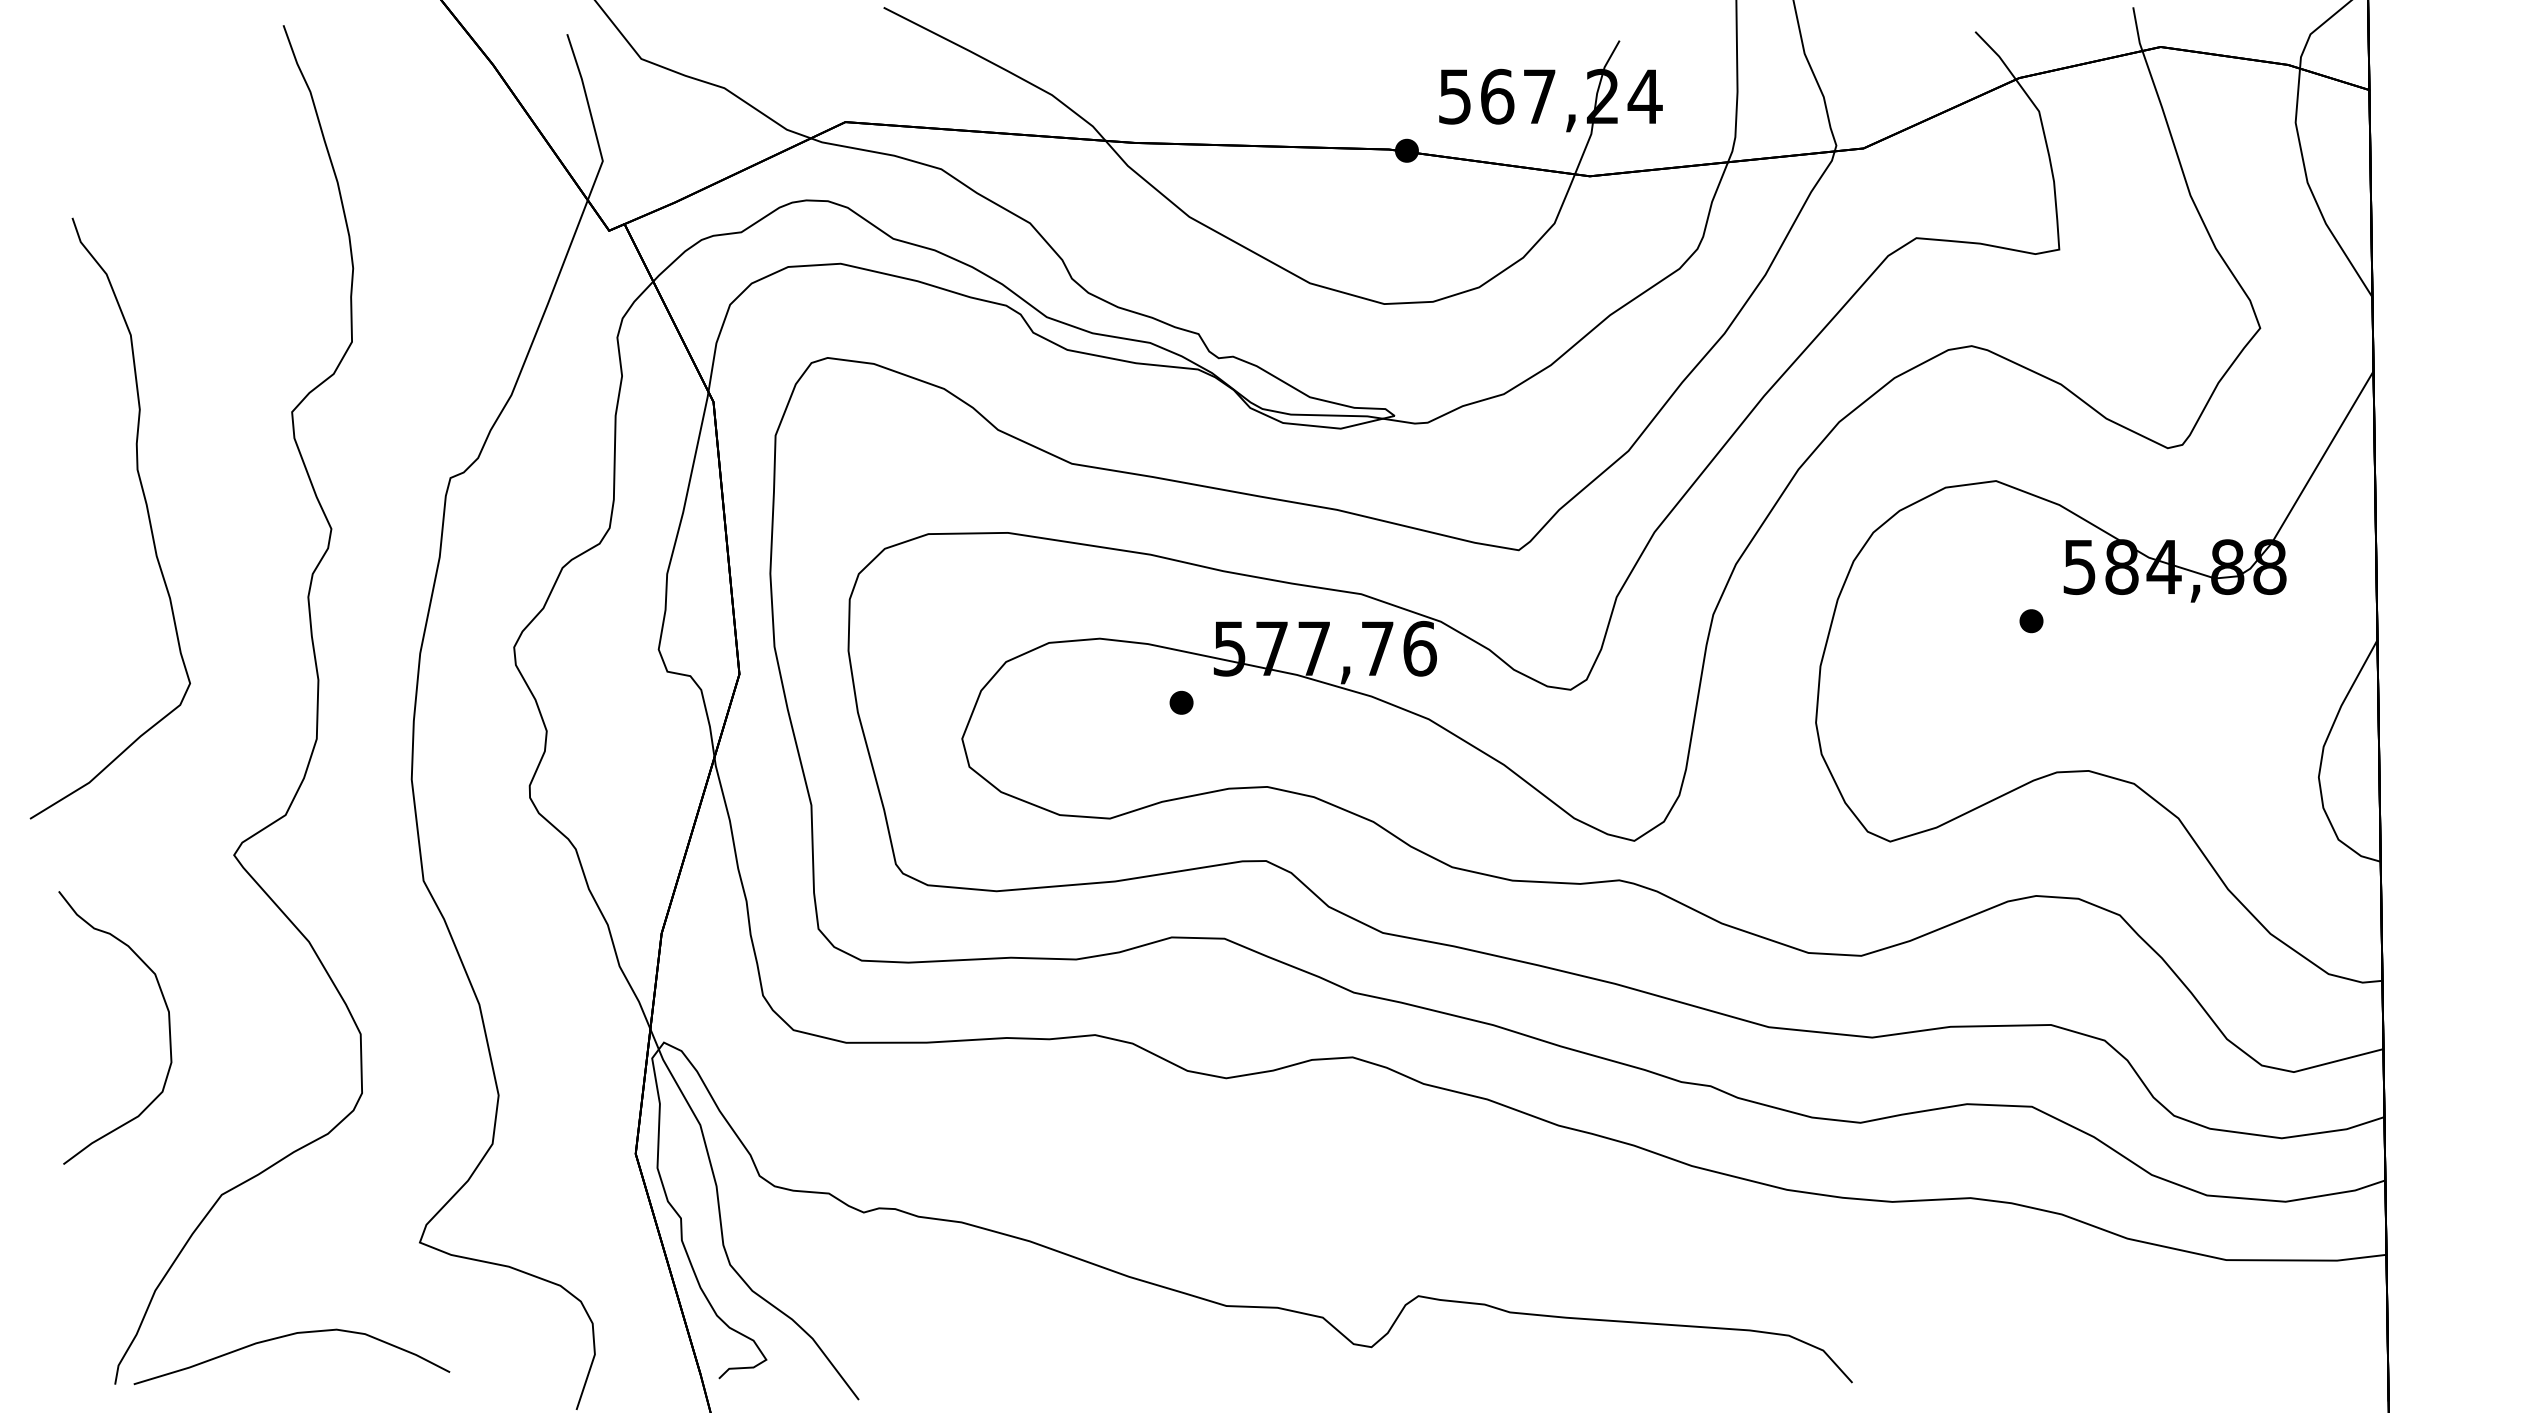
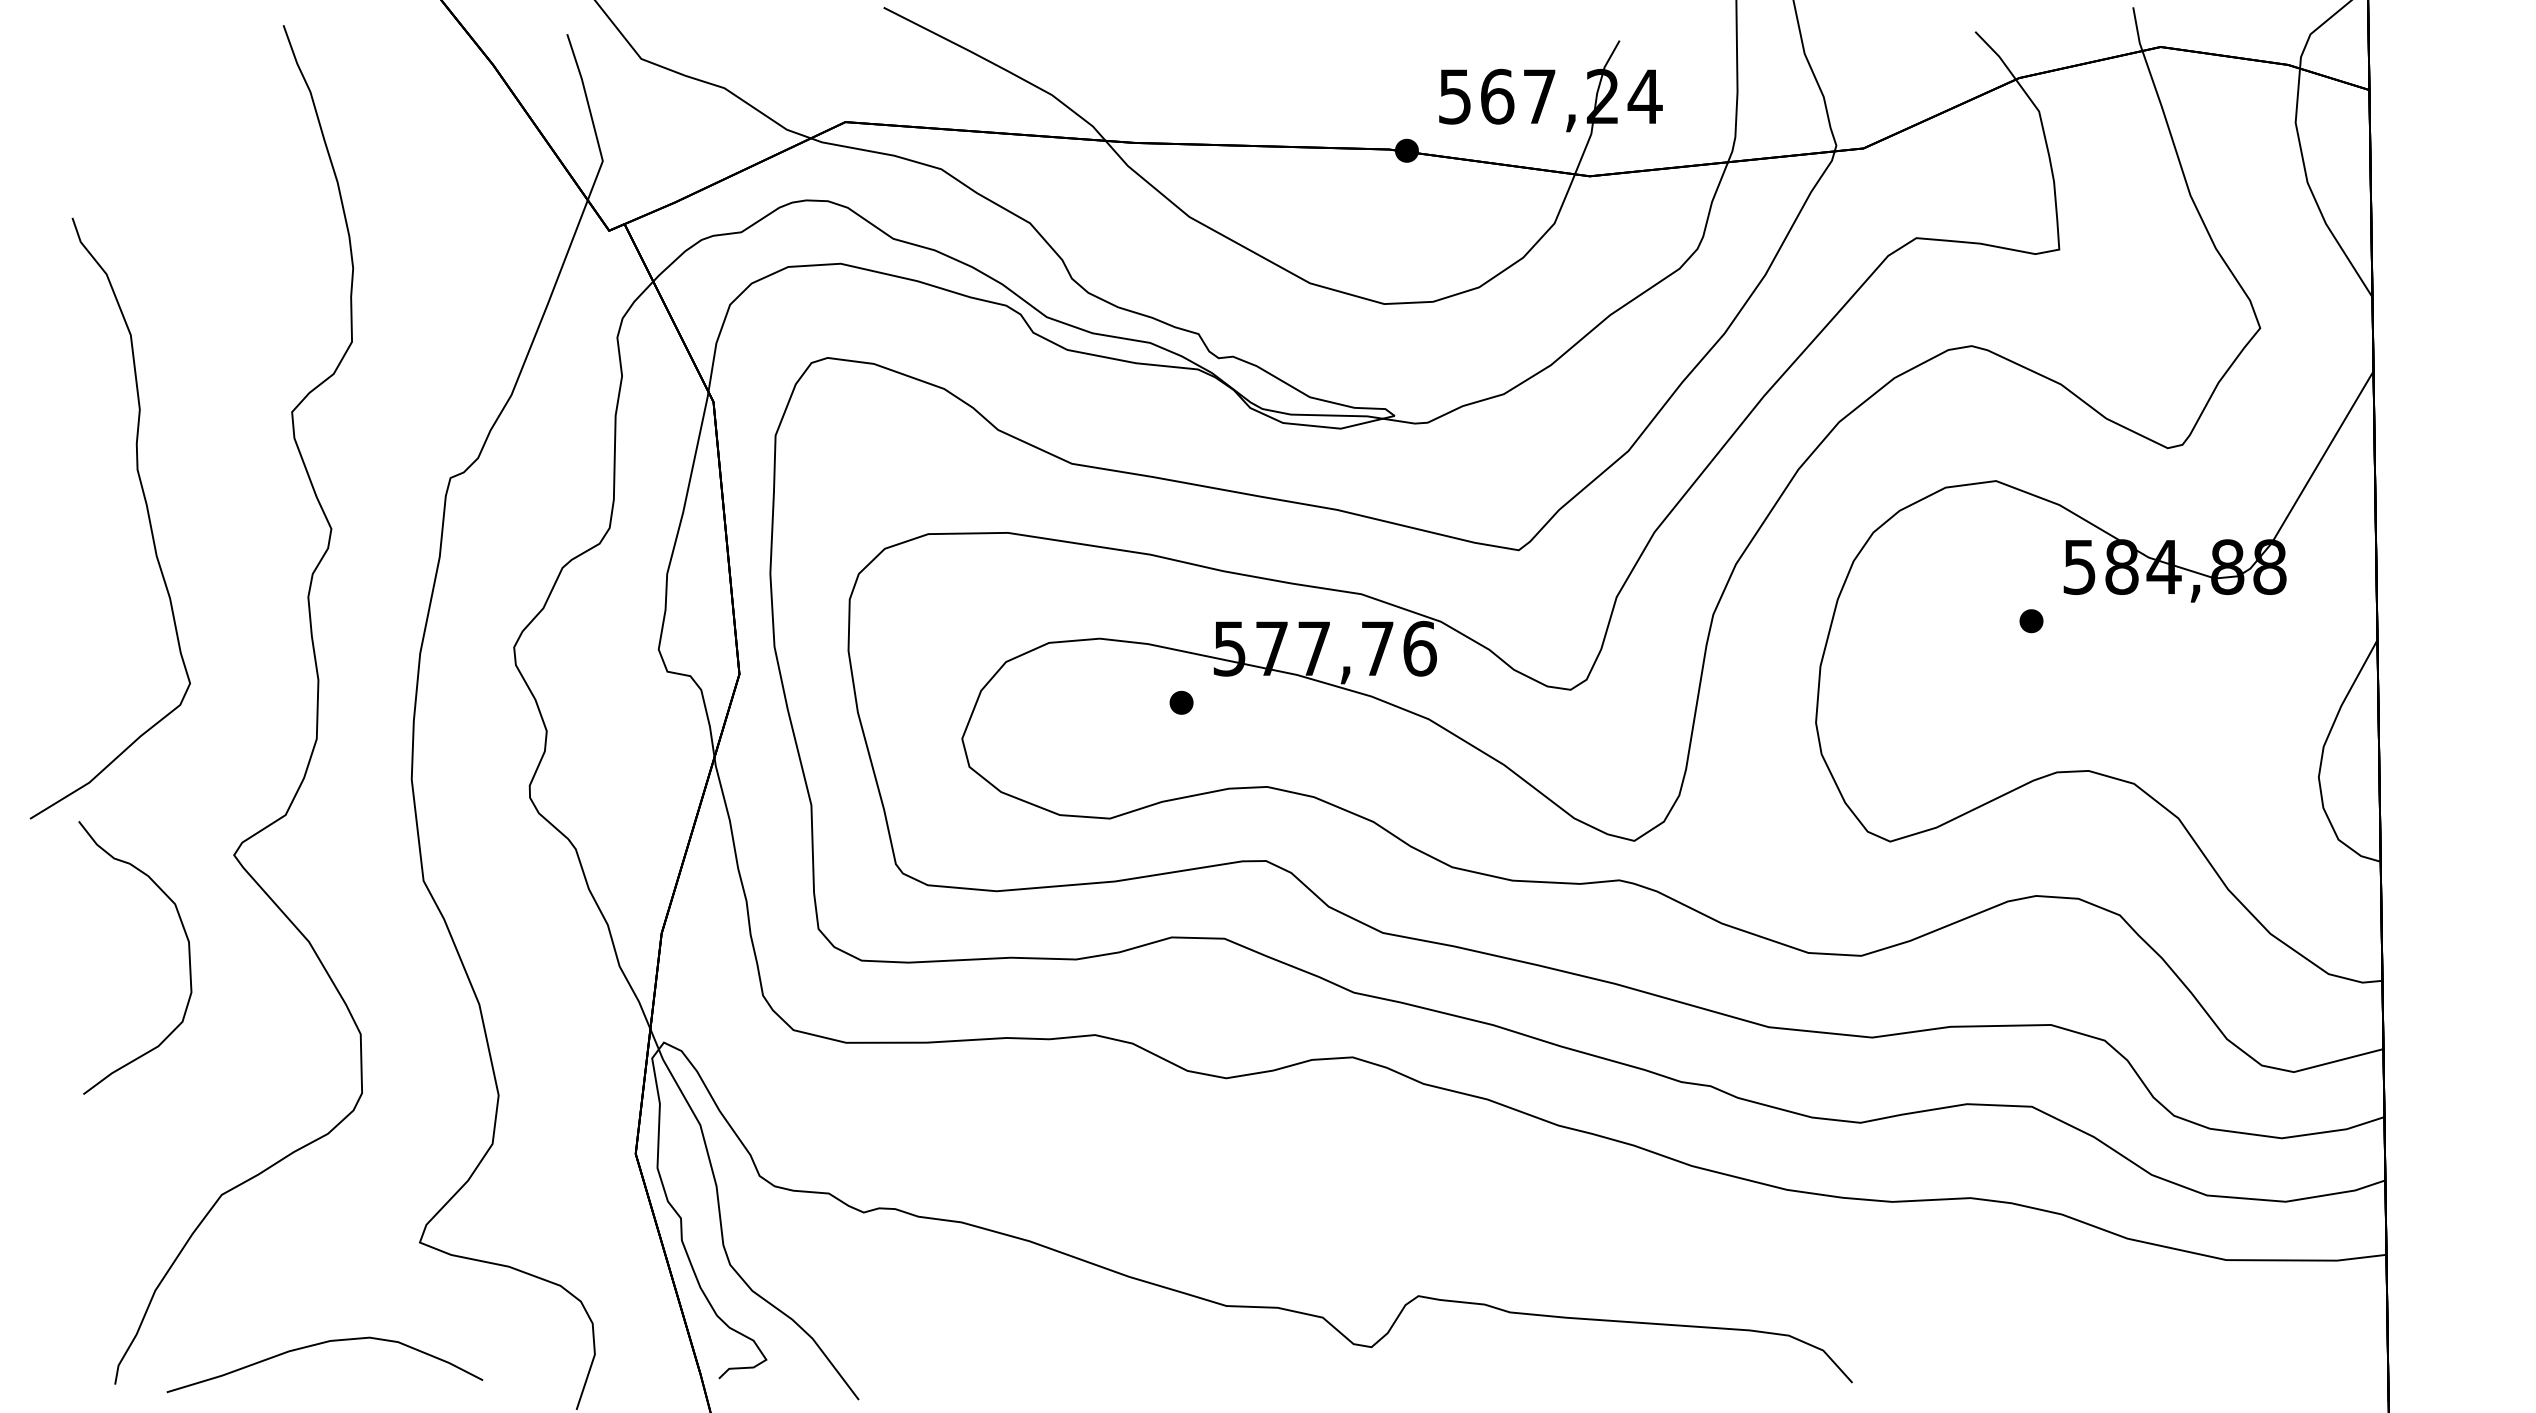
curve at (168, 1027) position: (168, 1027) -> (188, 957)
curve at (288, 1336) position: (288, 1336) -> (321, 1344)
